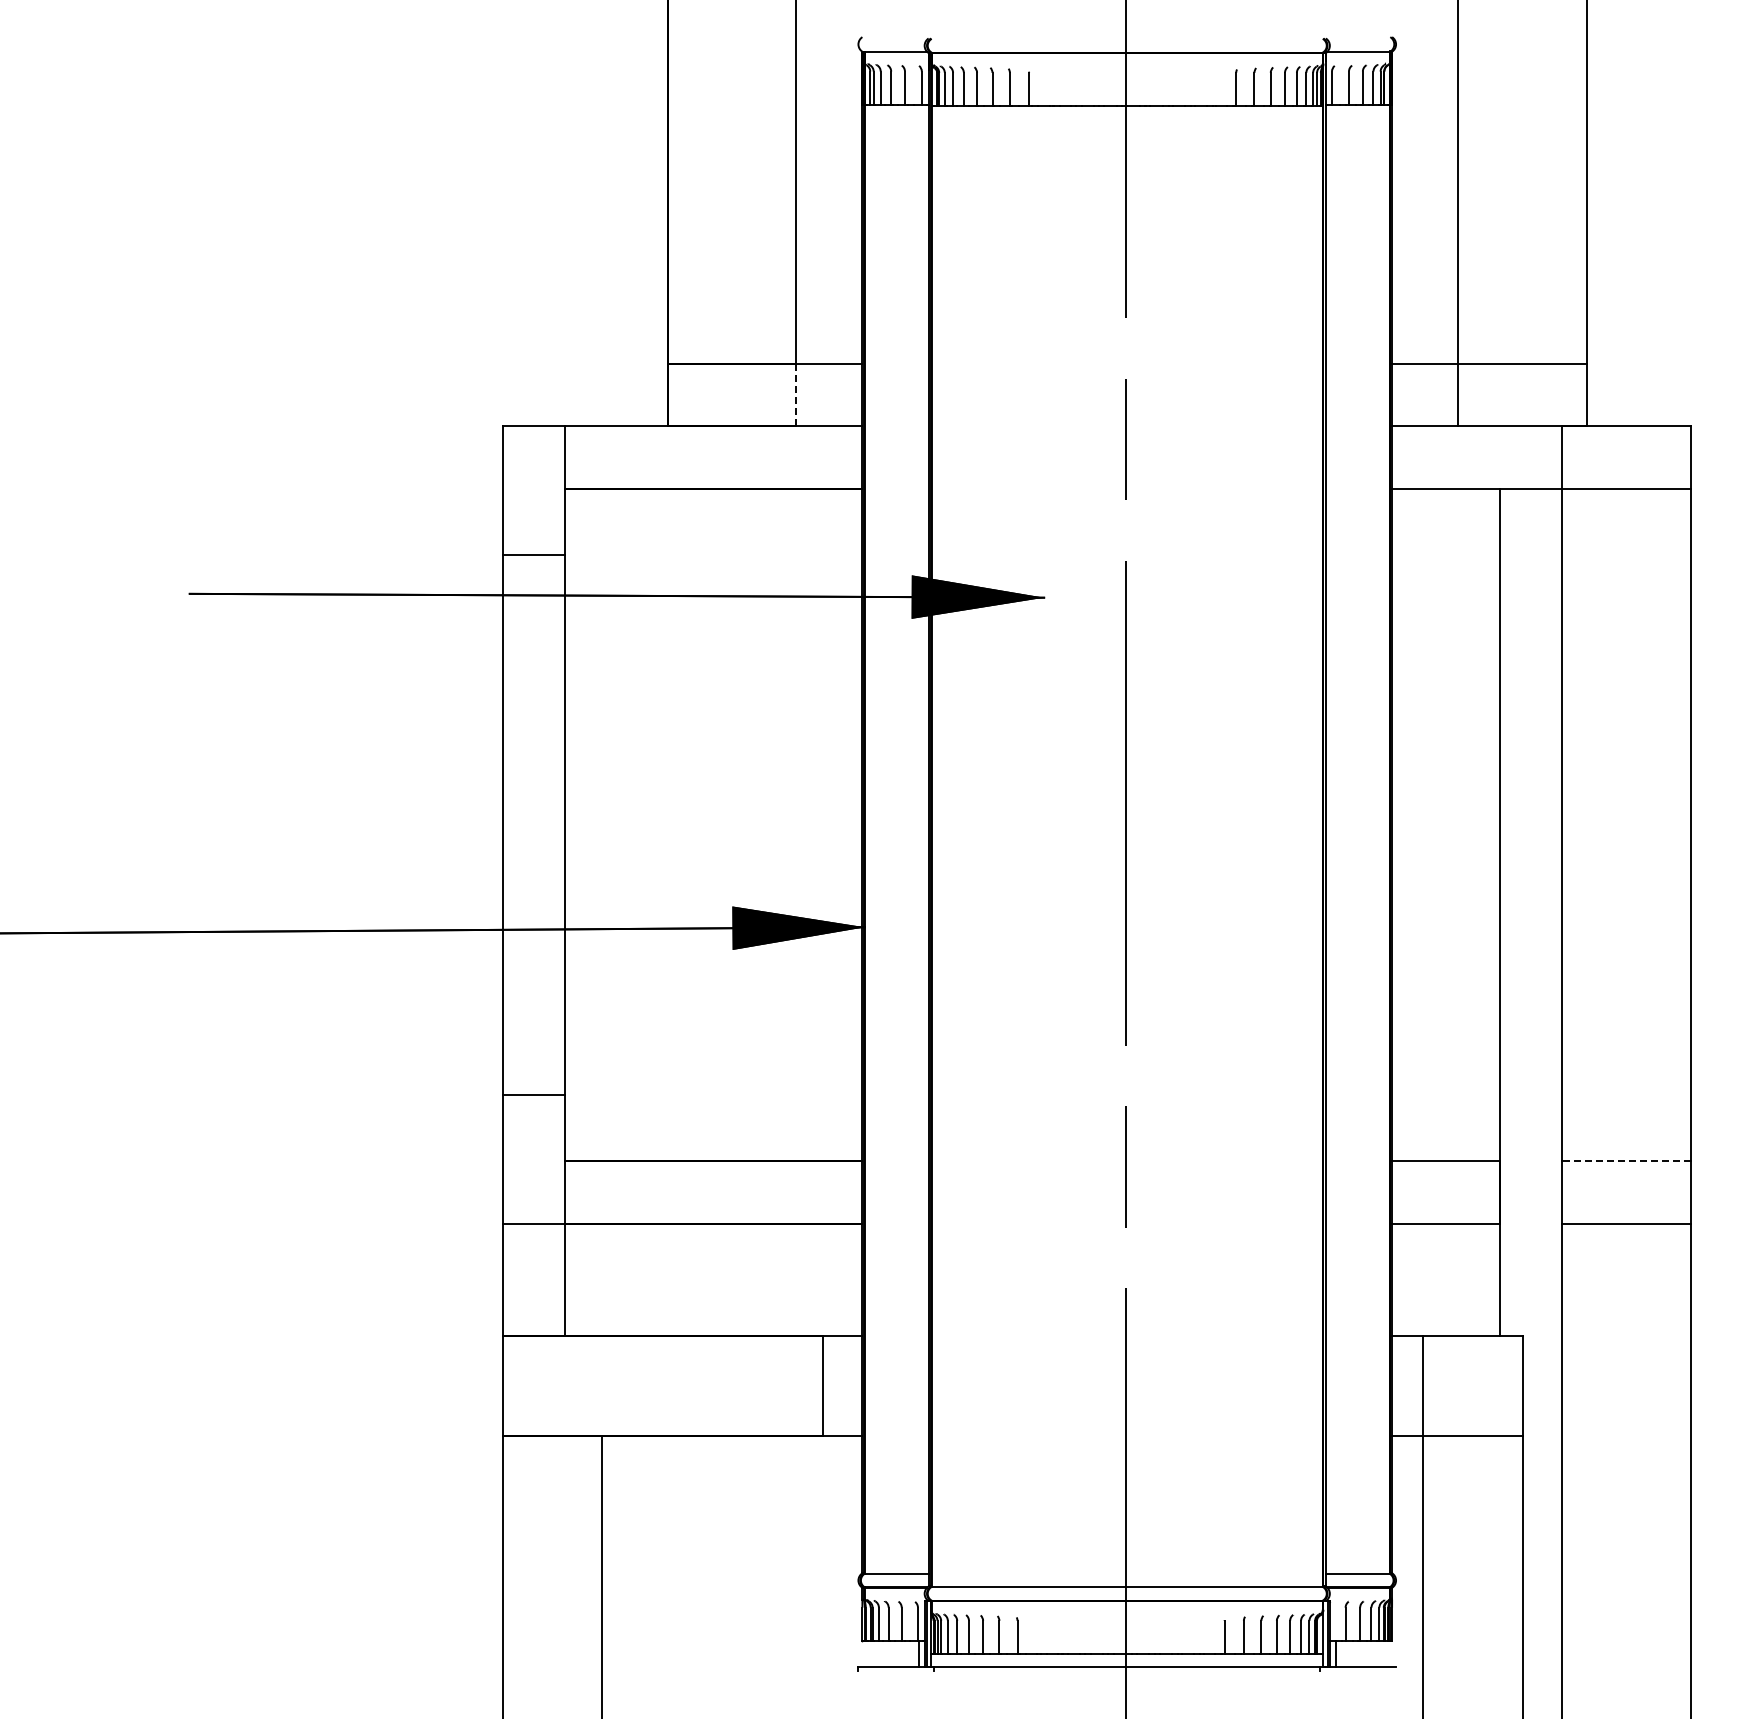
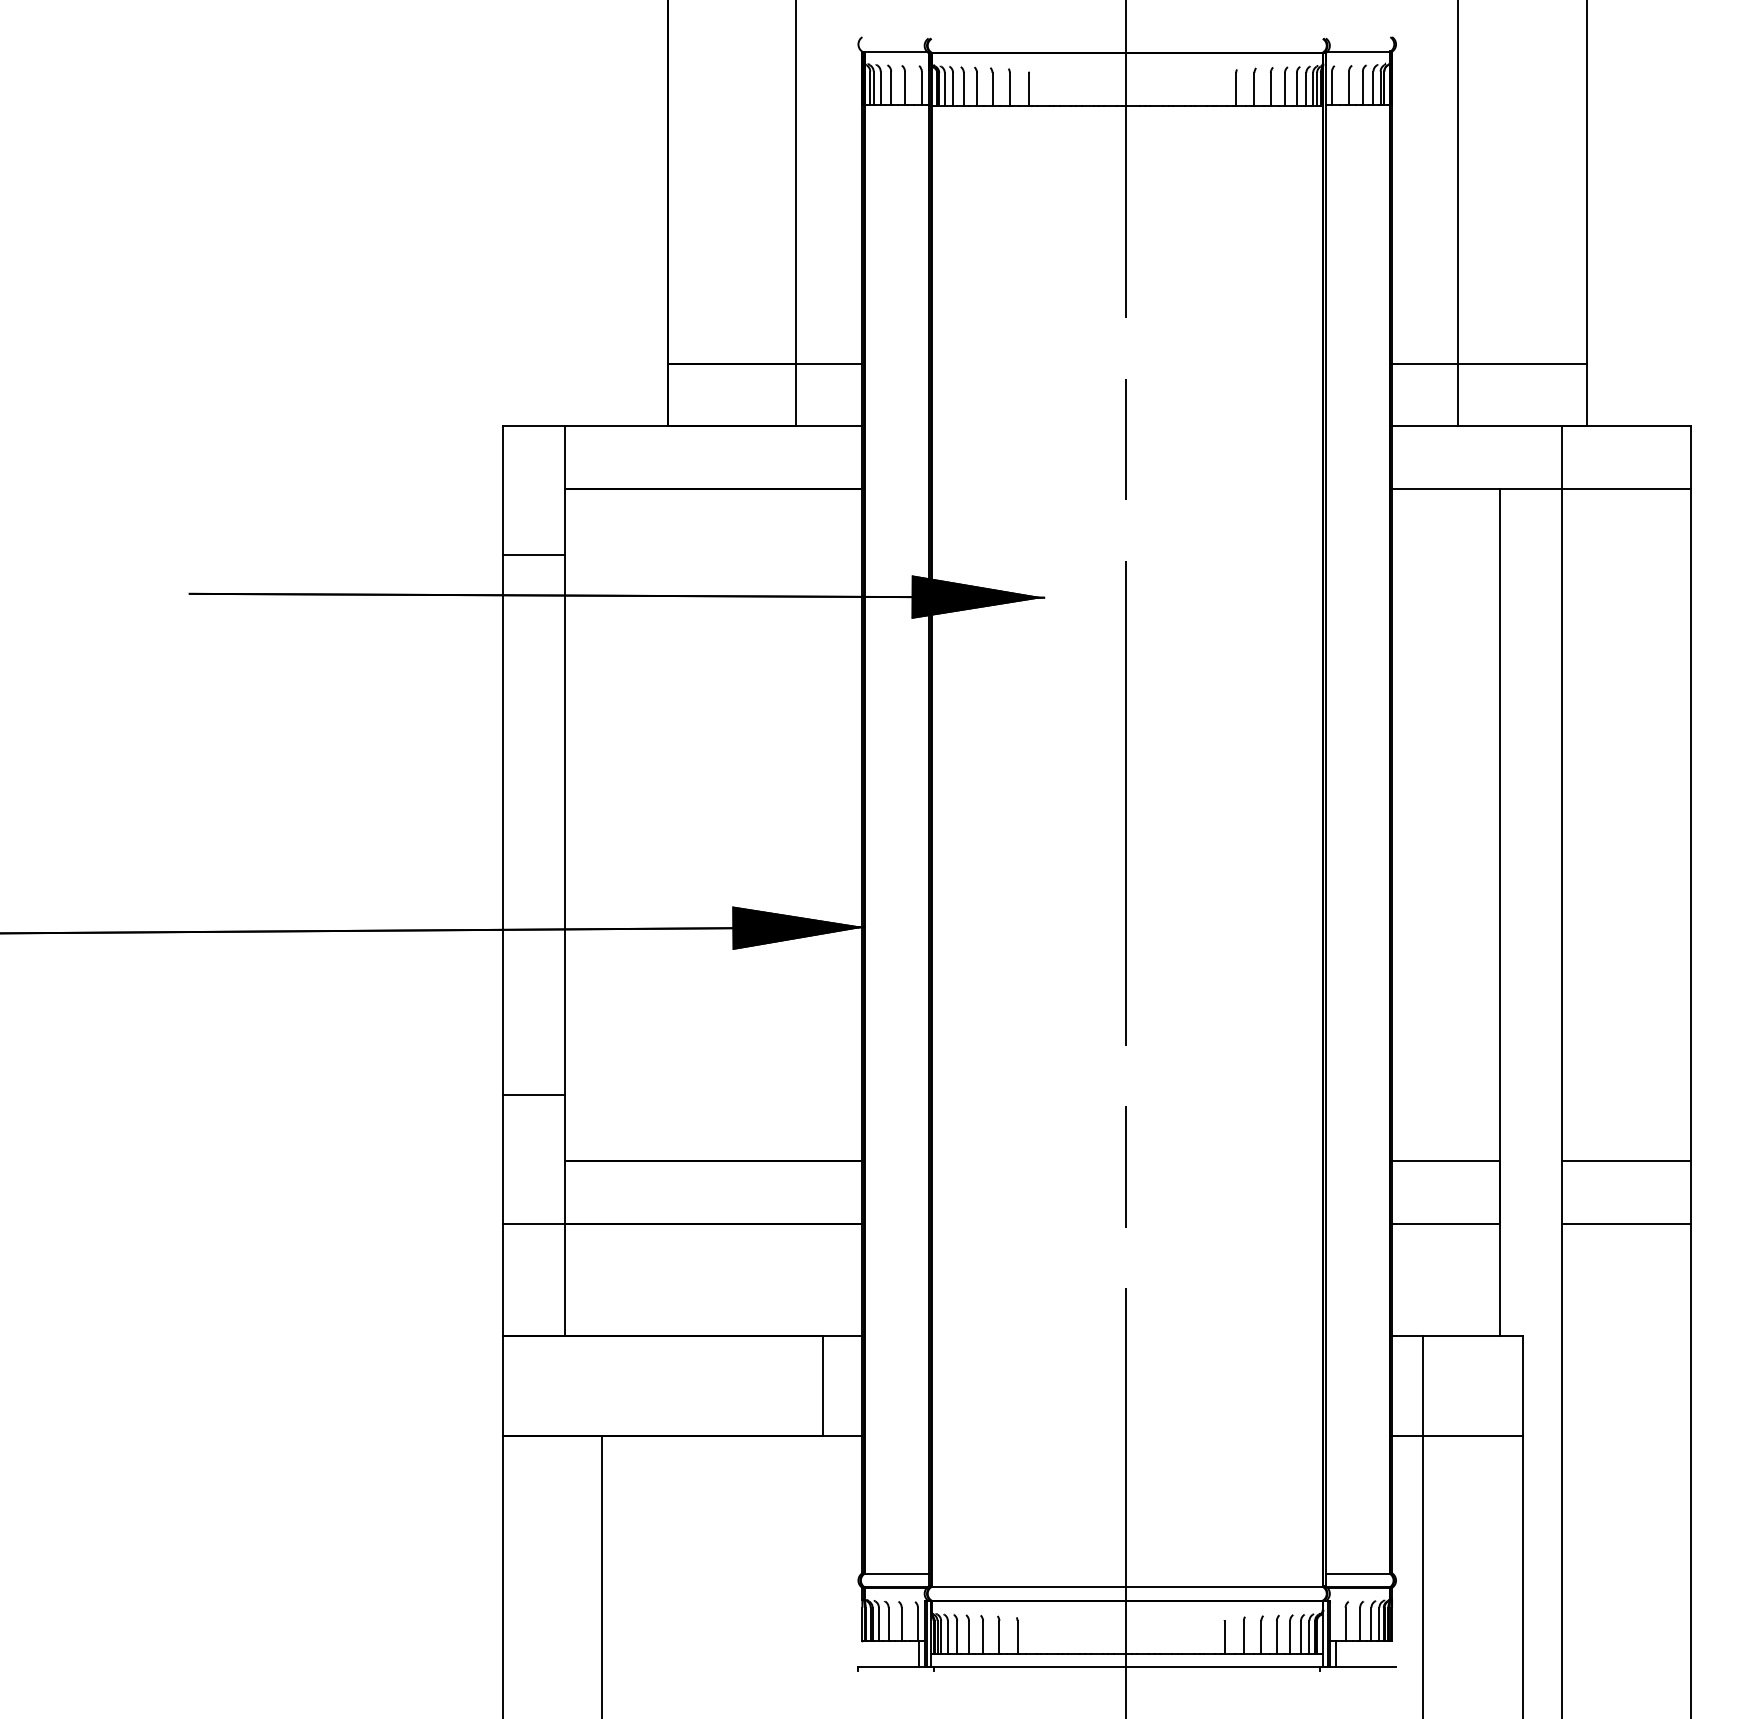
line at (796, 394): dashed -> solid
line at (1625, 1161): dashed -> solid
